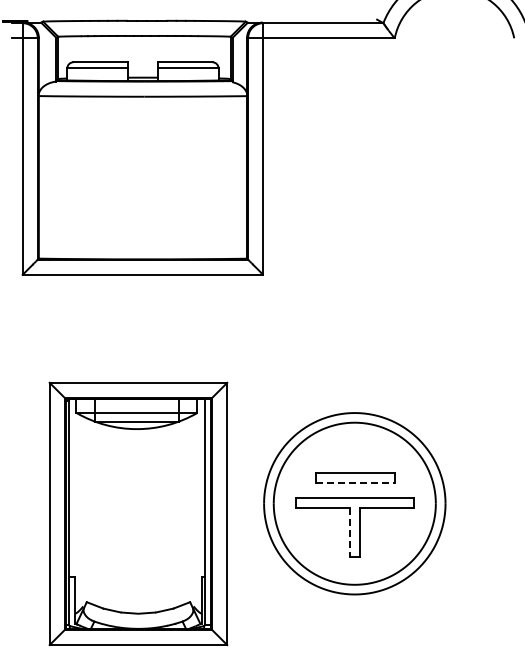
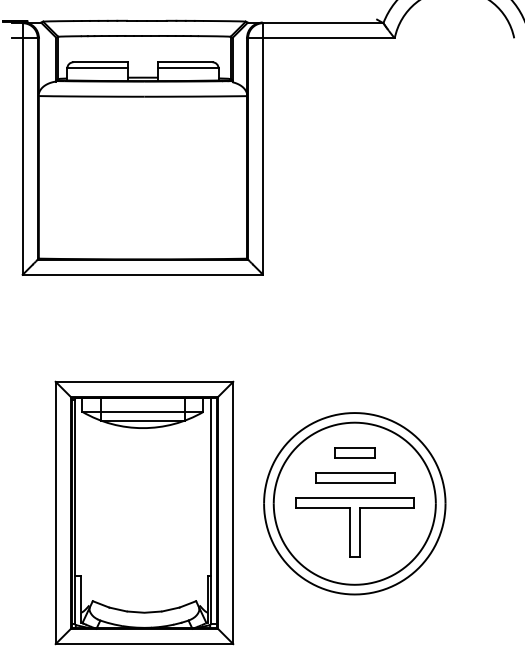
part at (354, 452): none -> present
line at (355, 483): dashed -> solid
part at (138, 513) position: (138, 513) -> (144, 512)
line at (349, 533): dashed -> solid
